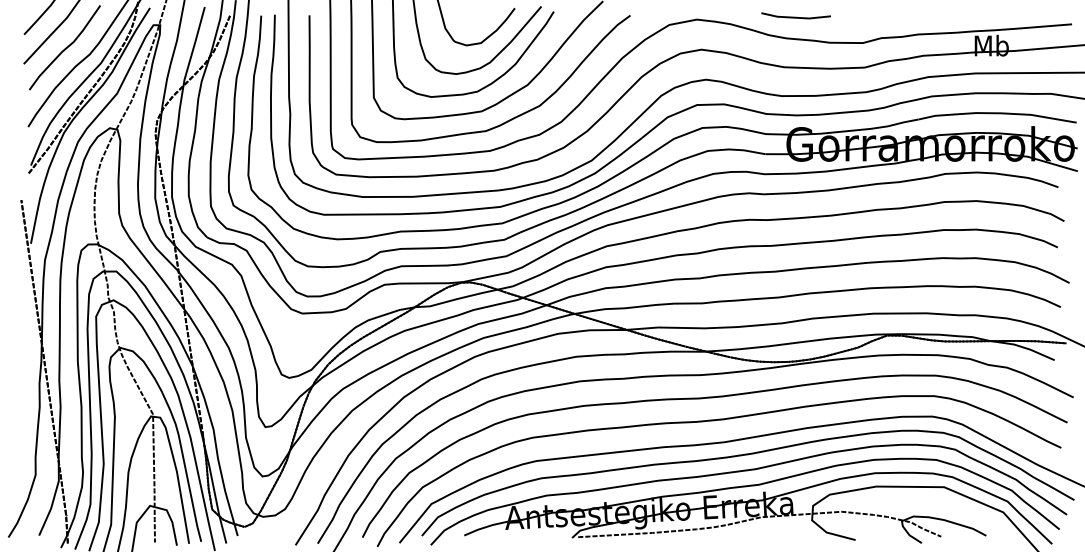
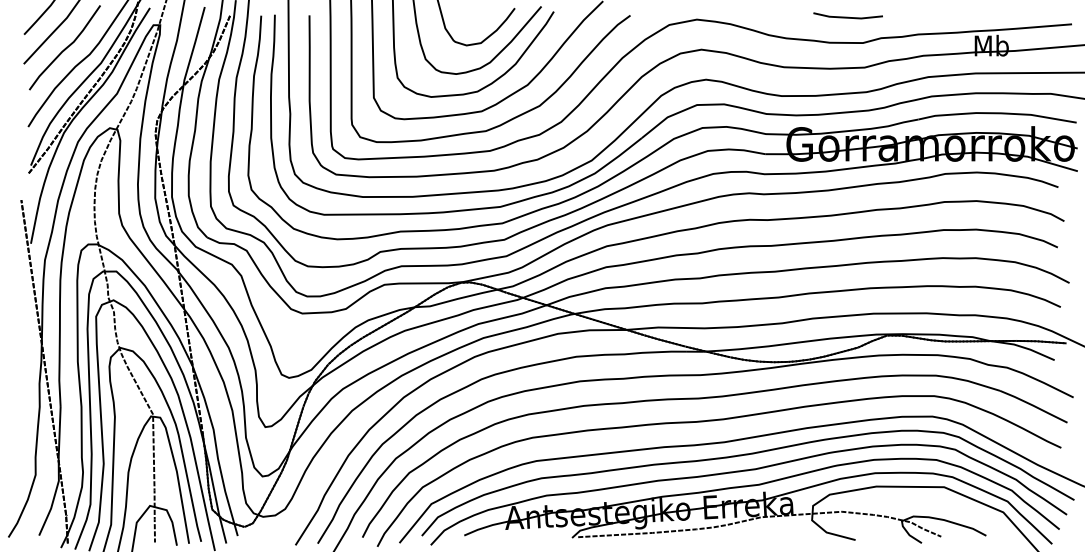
line at (795, 16) position: (795, 16) -> (847, 16)
